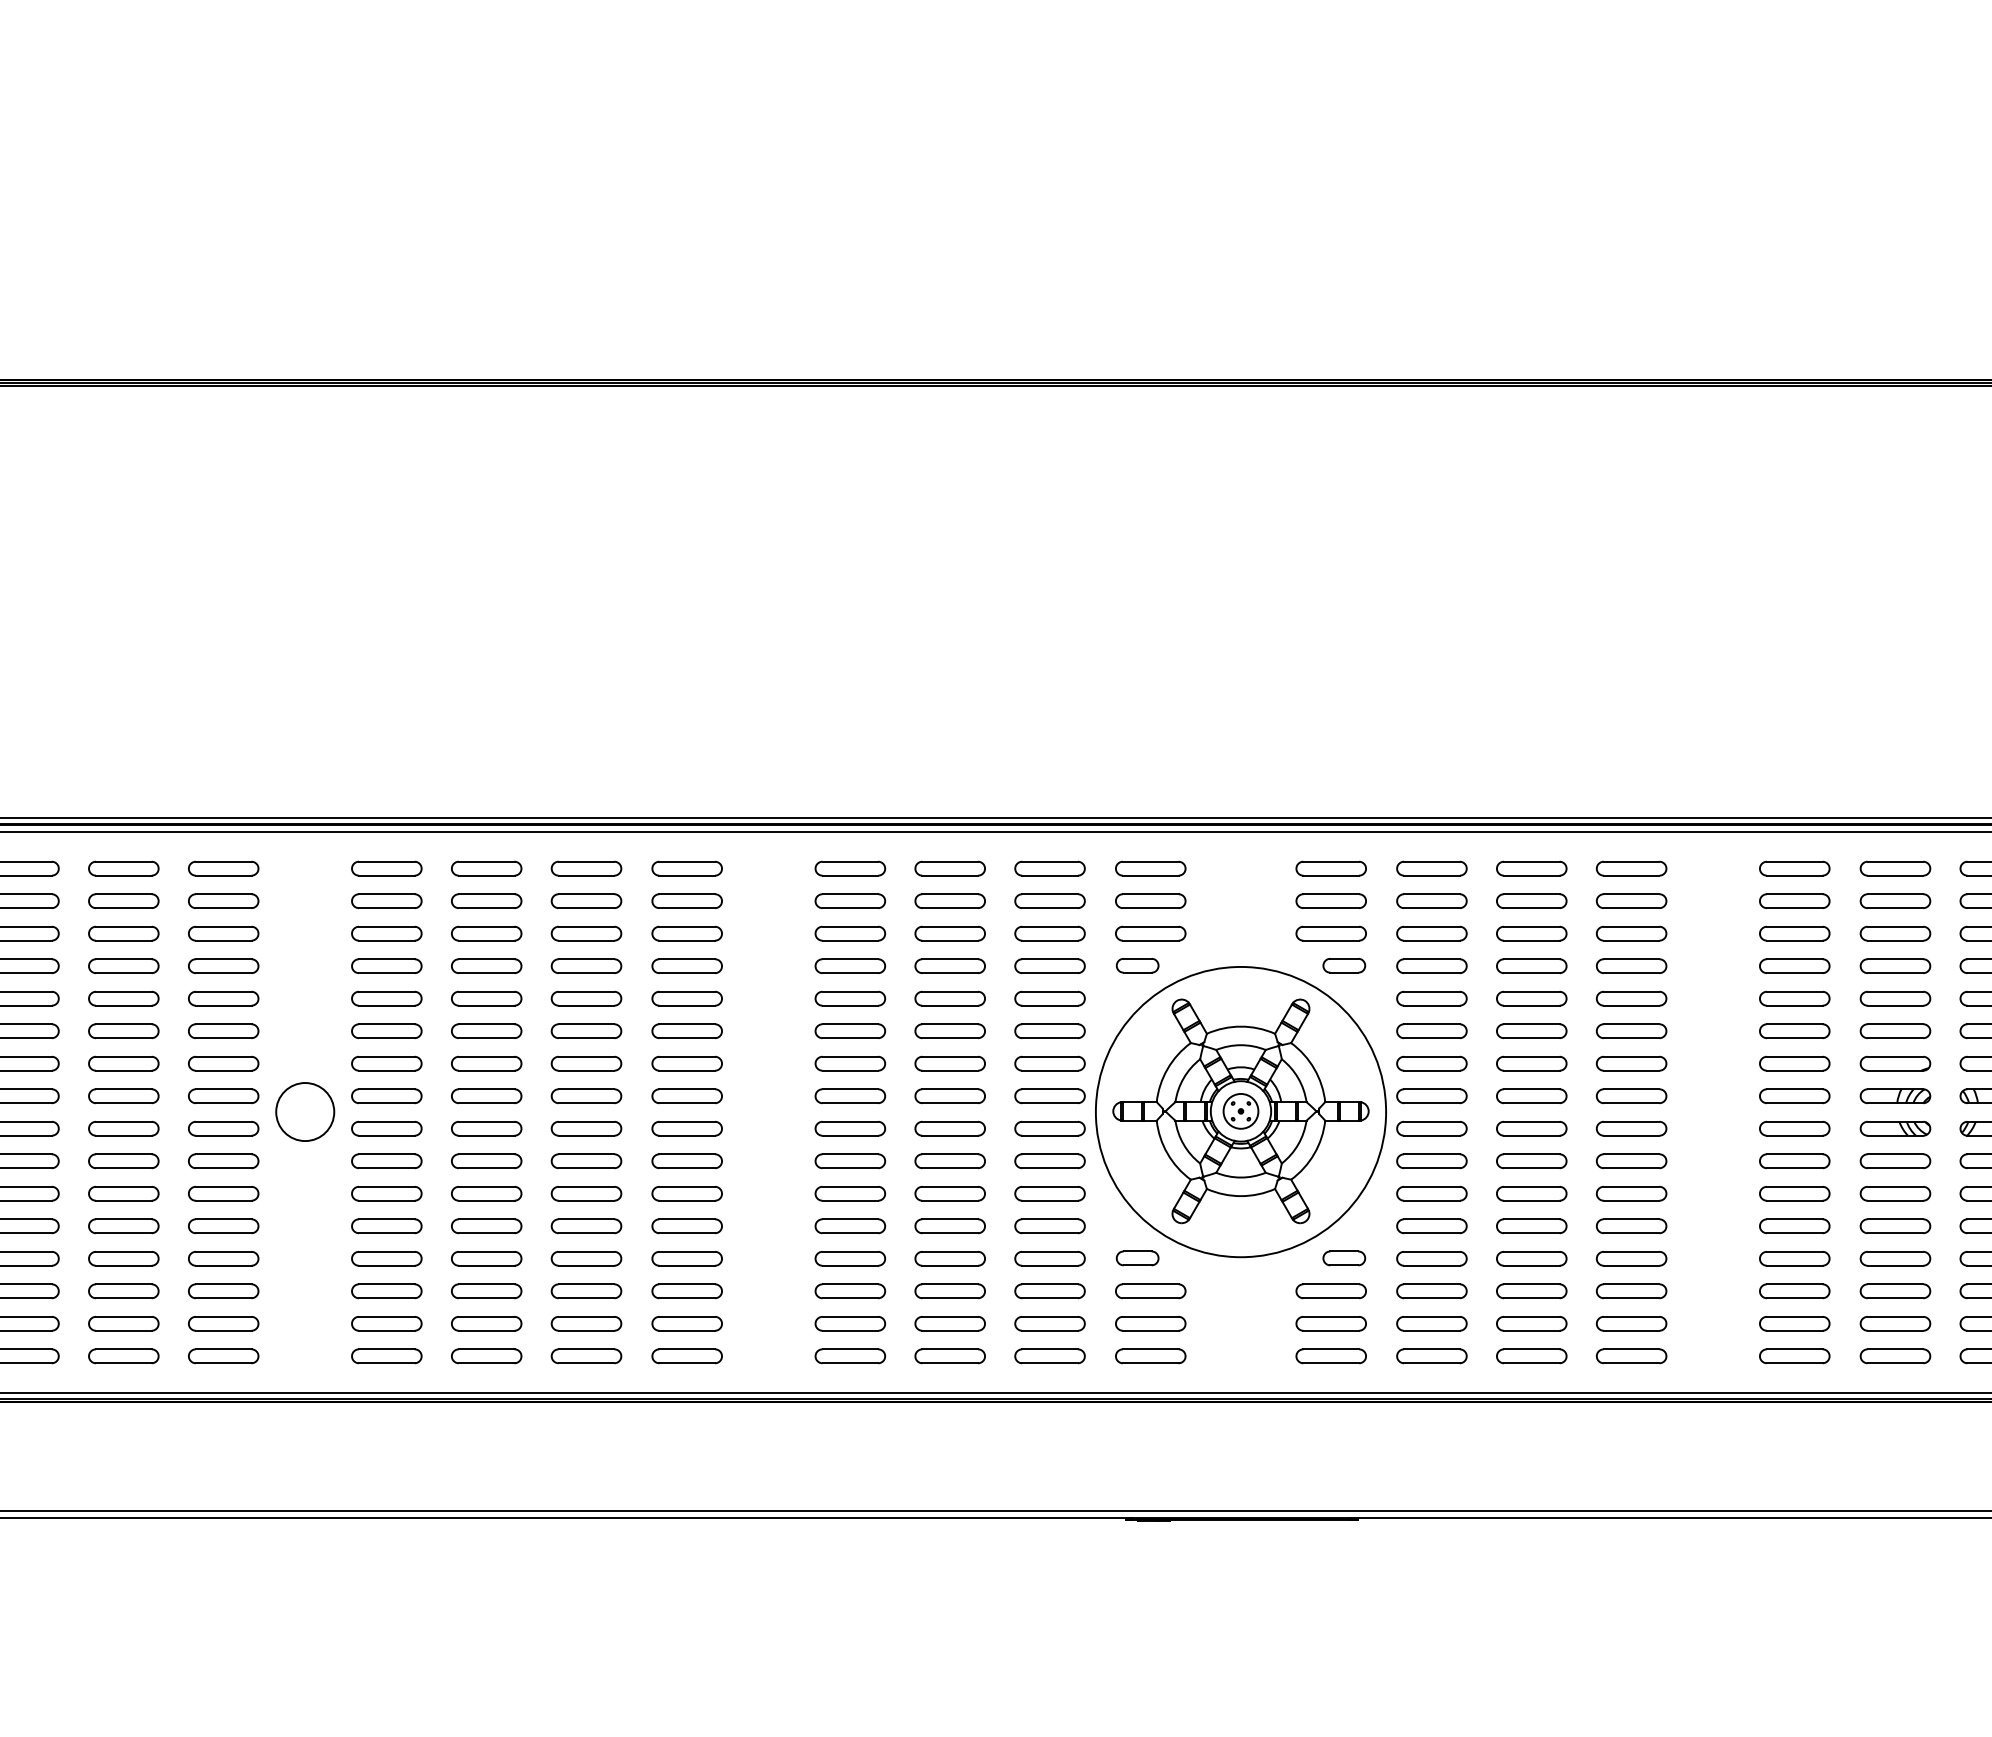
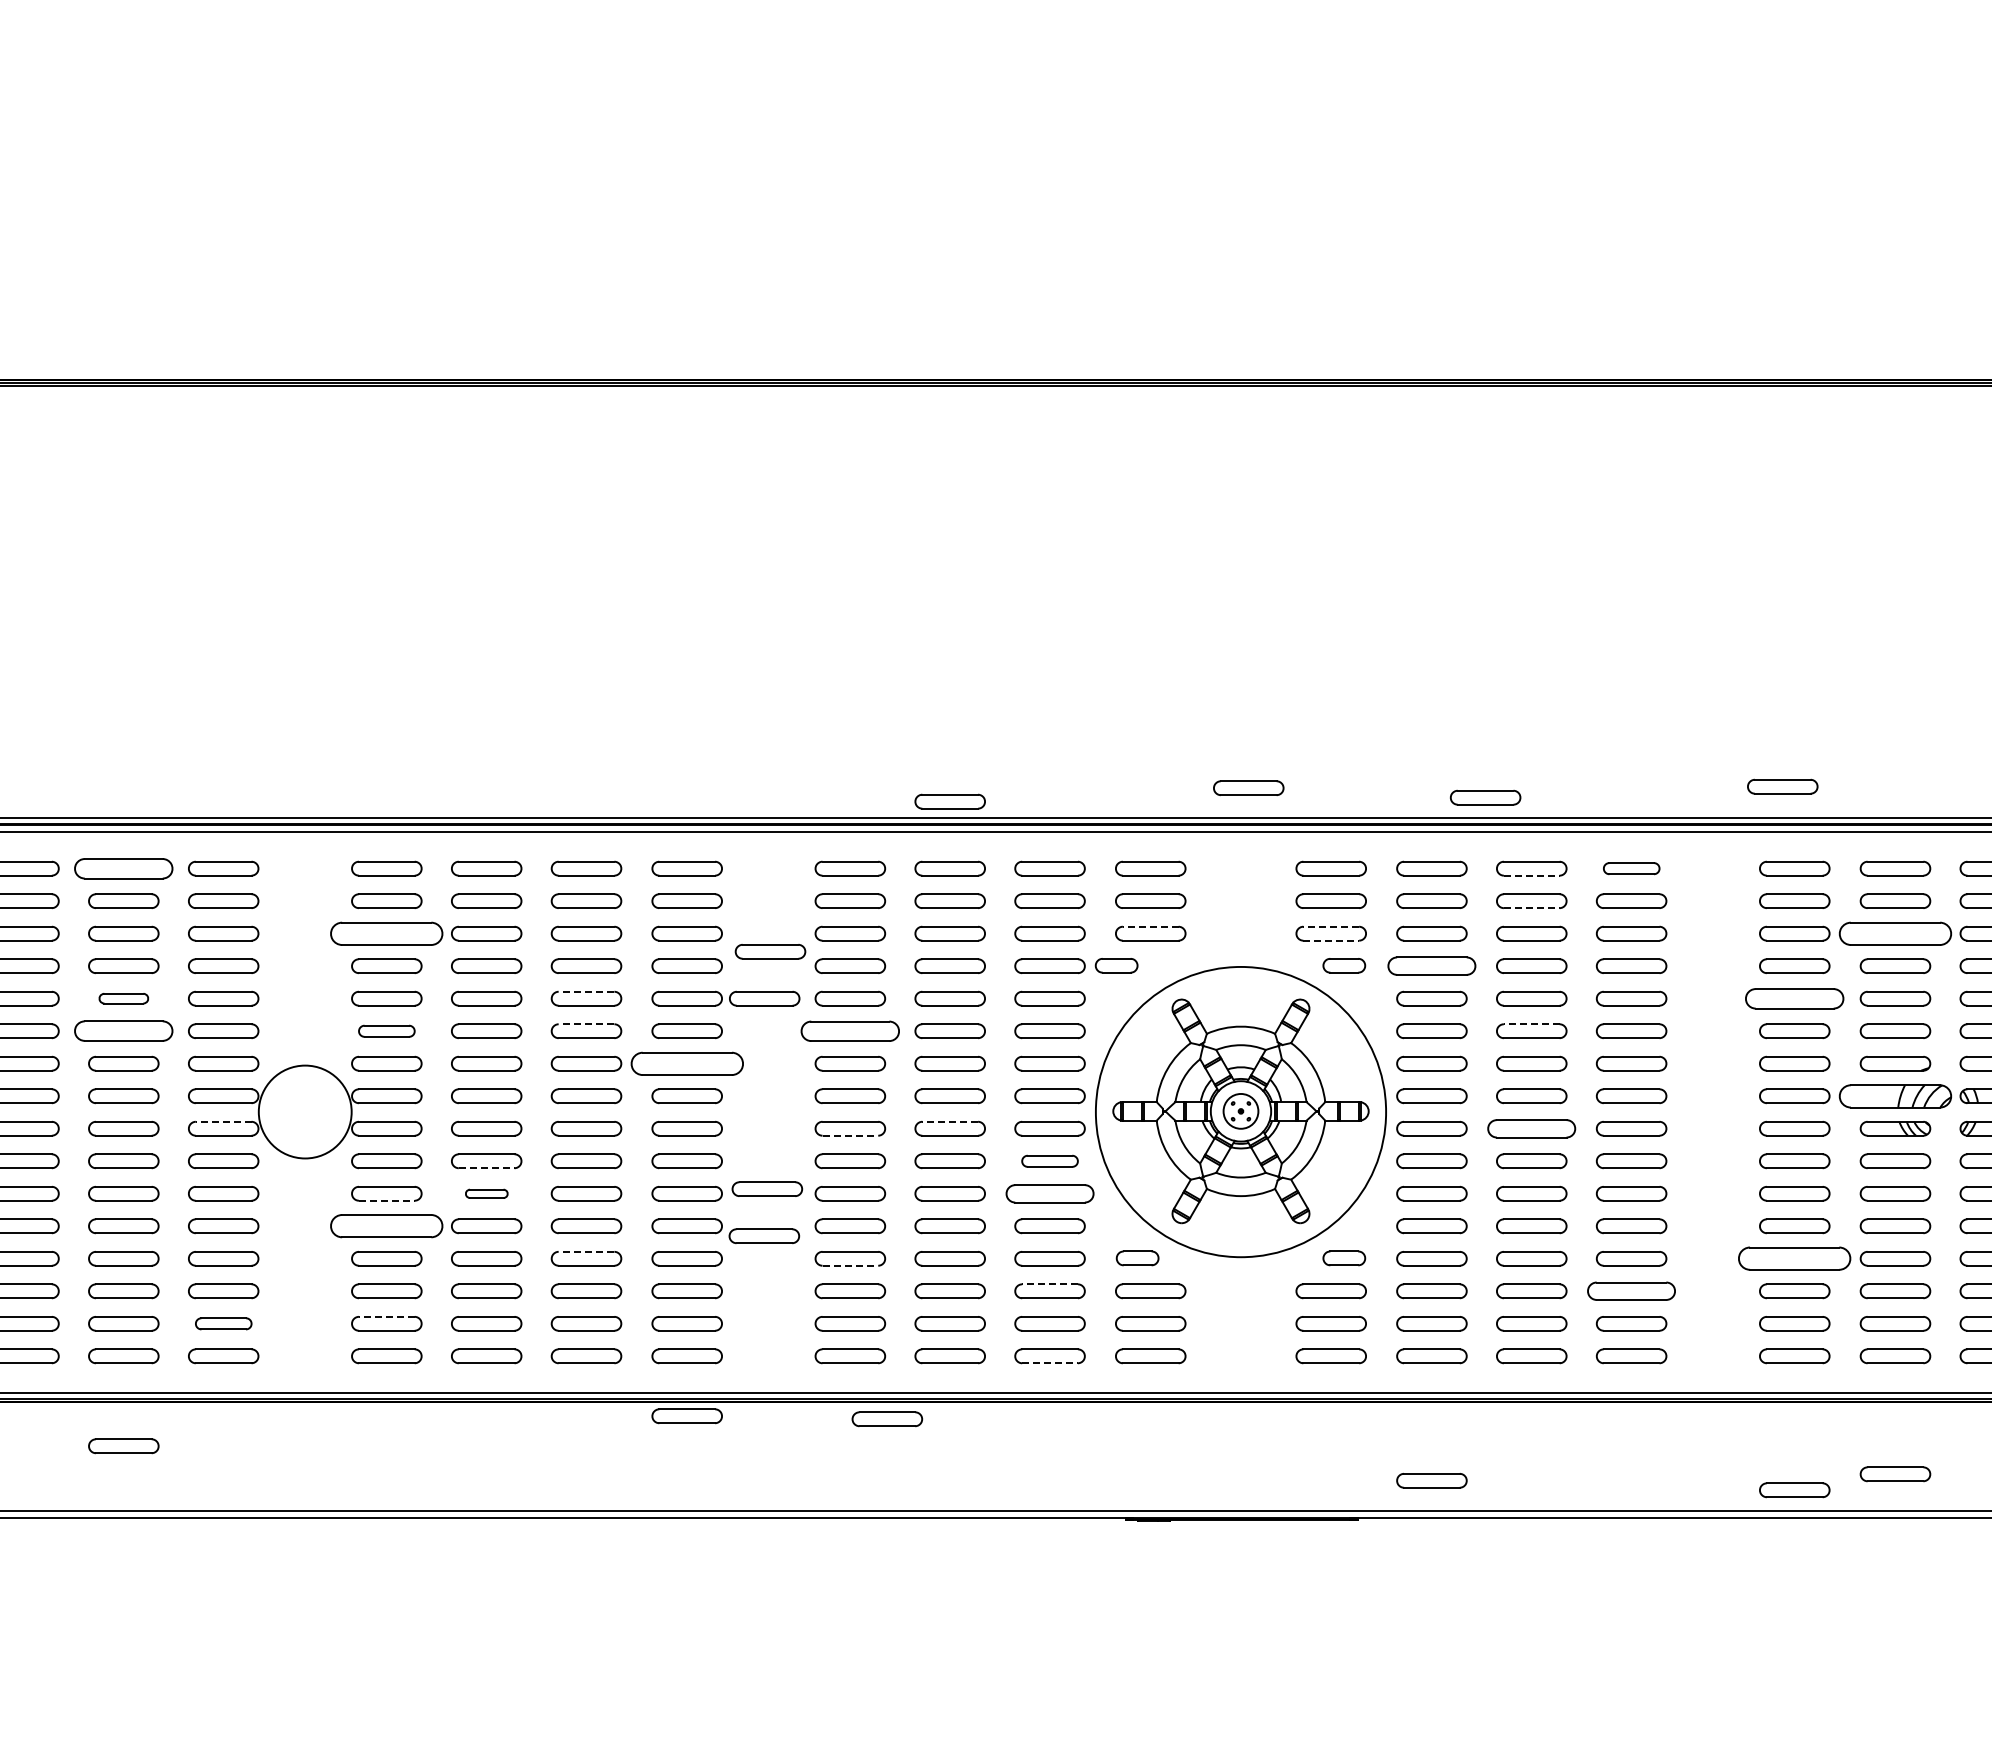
part at (1782, 786): none -> present
part at (1248, 787): none -> present
part at (1485, 797): none -> present
part at (949, 801): none -> present
part at (123, 868) size: 72x17 px -> 100x22 px
part at (1631, 868) size: 72x17 px -> 58x14 px
line at (1531, 875): solid -> dashed
line at (1531, 908): solid -> dashed
line at (1150, 926): solid -> dashed
line at (1331, 926): solid -> dashed
part at (386, 933) size: 72x17 px -> 114x25 px
part at (1895, 933) size: 73x17 px -> 114x25 px
line at (1331, 940): solid -> dashed
part at (770, 951): none -> present
part at (1137, 965) position: (1137, 965) -> (1116, 965)
part at (1431, 966) size: 72x17 px -> 90x20 px
line at (586, 991): solid -> dashed
part at (123, 998) size: 72x17 px -> 51x12 px
part at (764, 998): none -> present
part at (1794, 998) size: 72x17 px -> 100x22 px
line at (586, 1024): solid -> dashed
line at (1531, 1024): solid -> dashed
part at (850, 1030) size: 73x16 px -> 100x22 px
part at (123, 1031) size: 72x17 px -> 100x22 px
part at (386, 1031) size: 72x17 px -> 58x14 px
part at (686, 1063) size: 72x17 px -> 114x25 px
part at (1895, 1095) size: 73x16 px -> 114x25 px
circle at (305, 1112) diameter: 58 px -> 93 px
line at (223, 1121): solid -> dashed
line at (950, 1121): solid -> dashed
part at (1531, 1128) size: 72x17 px -> 90x20 px
line at (850, 1135): solid -> dashed
part at (1049, 1161) size: 72x17 px -> 58x14 px
line at (486, 1168): solid -> dashed
part at (767, 1188): none -> present
part at (486, 1193) size: 72x16 px -> 44x11 px
part at (1049, 1193) size: 72x17 px -> 90x20 px
line at (386, 1200): solid -> dashed
part at (386, 1226) size: 72x17 px -> 114x25 px
part at (764, 1235): none -> present
line at (586, 1251): solid -> dashed
part at (1794, 1258) size: 72x16 px -> 114x25 px
line at (850, 1265): solid -> dashed
line at (1050, 1284): solid -> dashed
part at (1631, 1291) size: 72x17 px -> 89x20 px
line at (386, 1316): solid -> dashed
part at (223, 1323) size: 72x16 px -> 58x14 px
line at (1050, 1363): solid -> dashed
part at (686, 1416): none -> present
part at (887, 1419): none -> present
part at (123, 1446): none -> present
part at (1895, 1474): none -> present
part at (1431, 1480): none -> present
part at (1794, 1490): none -> present
